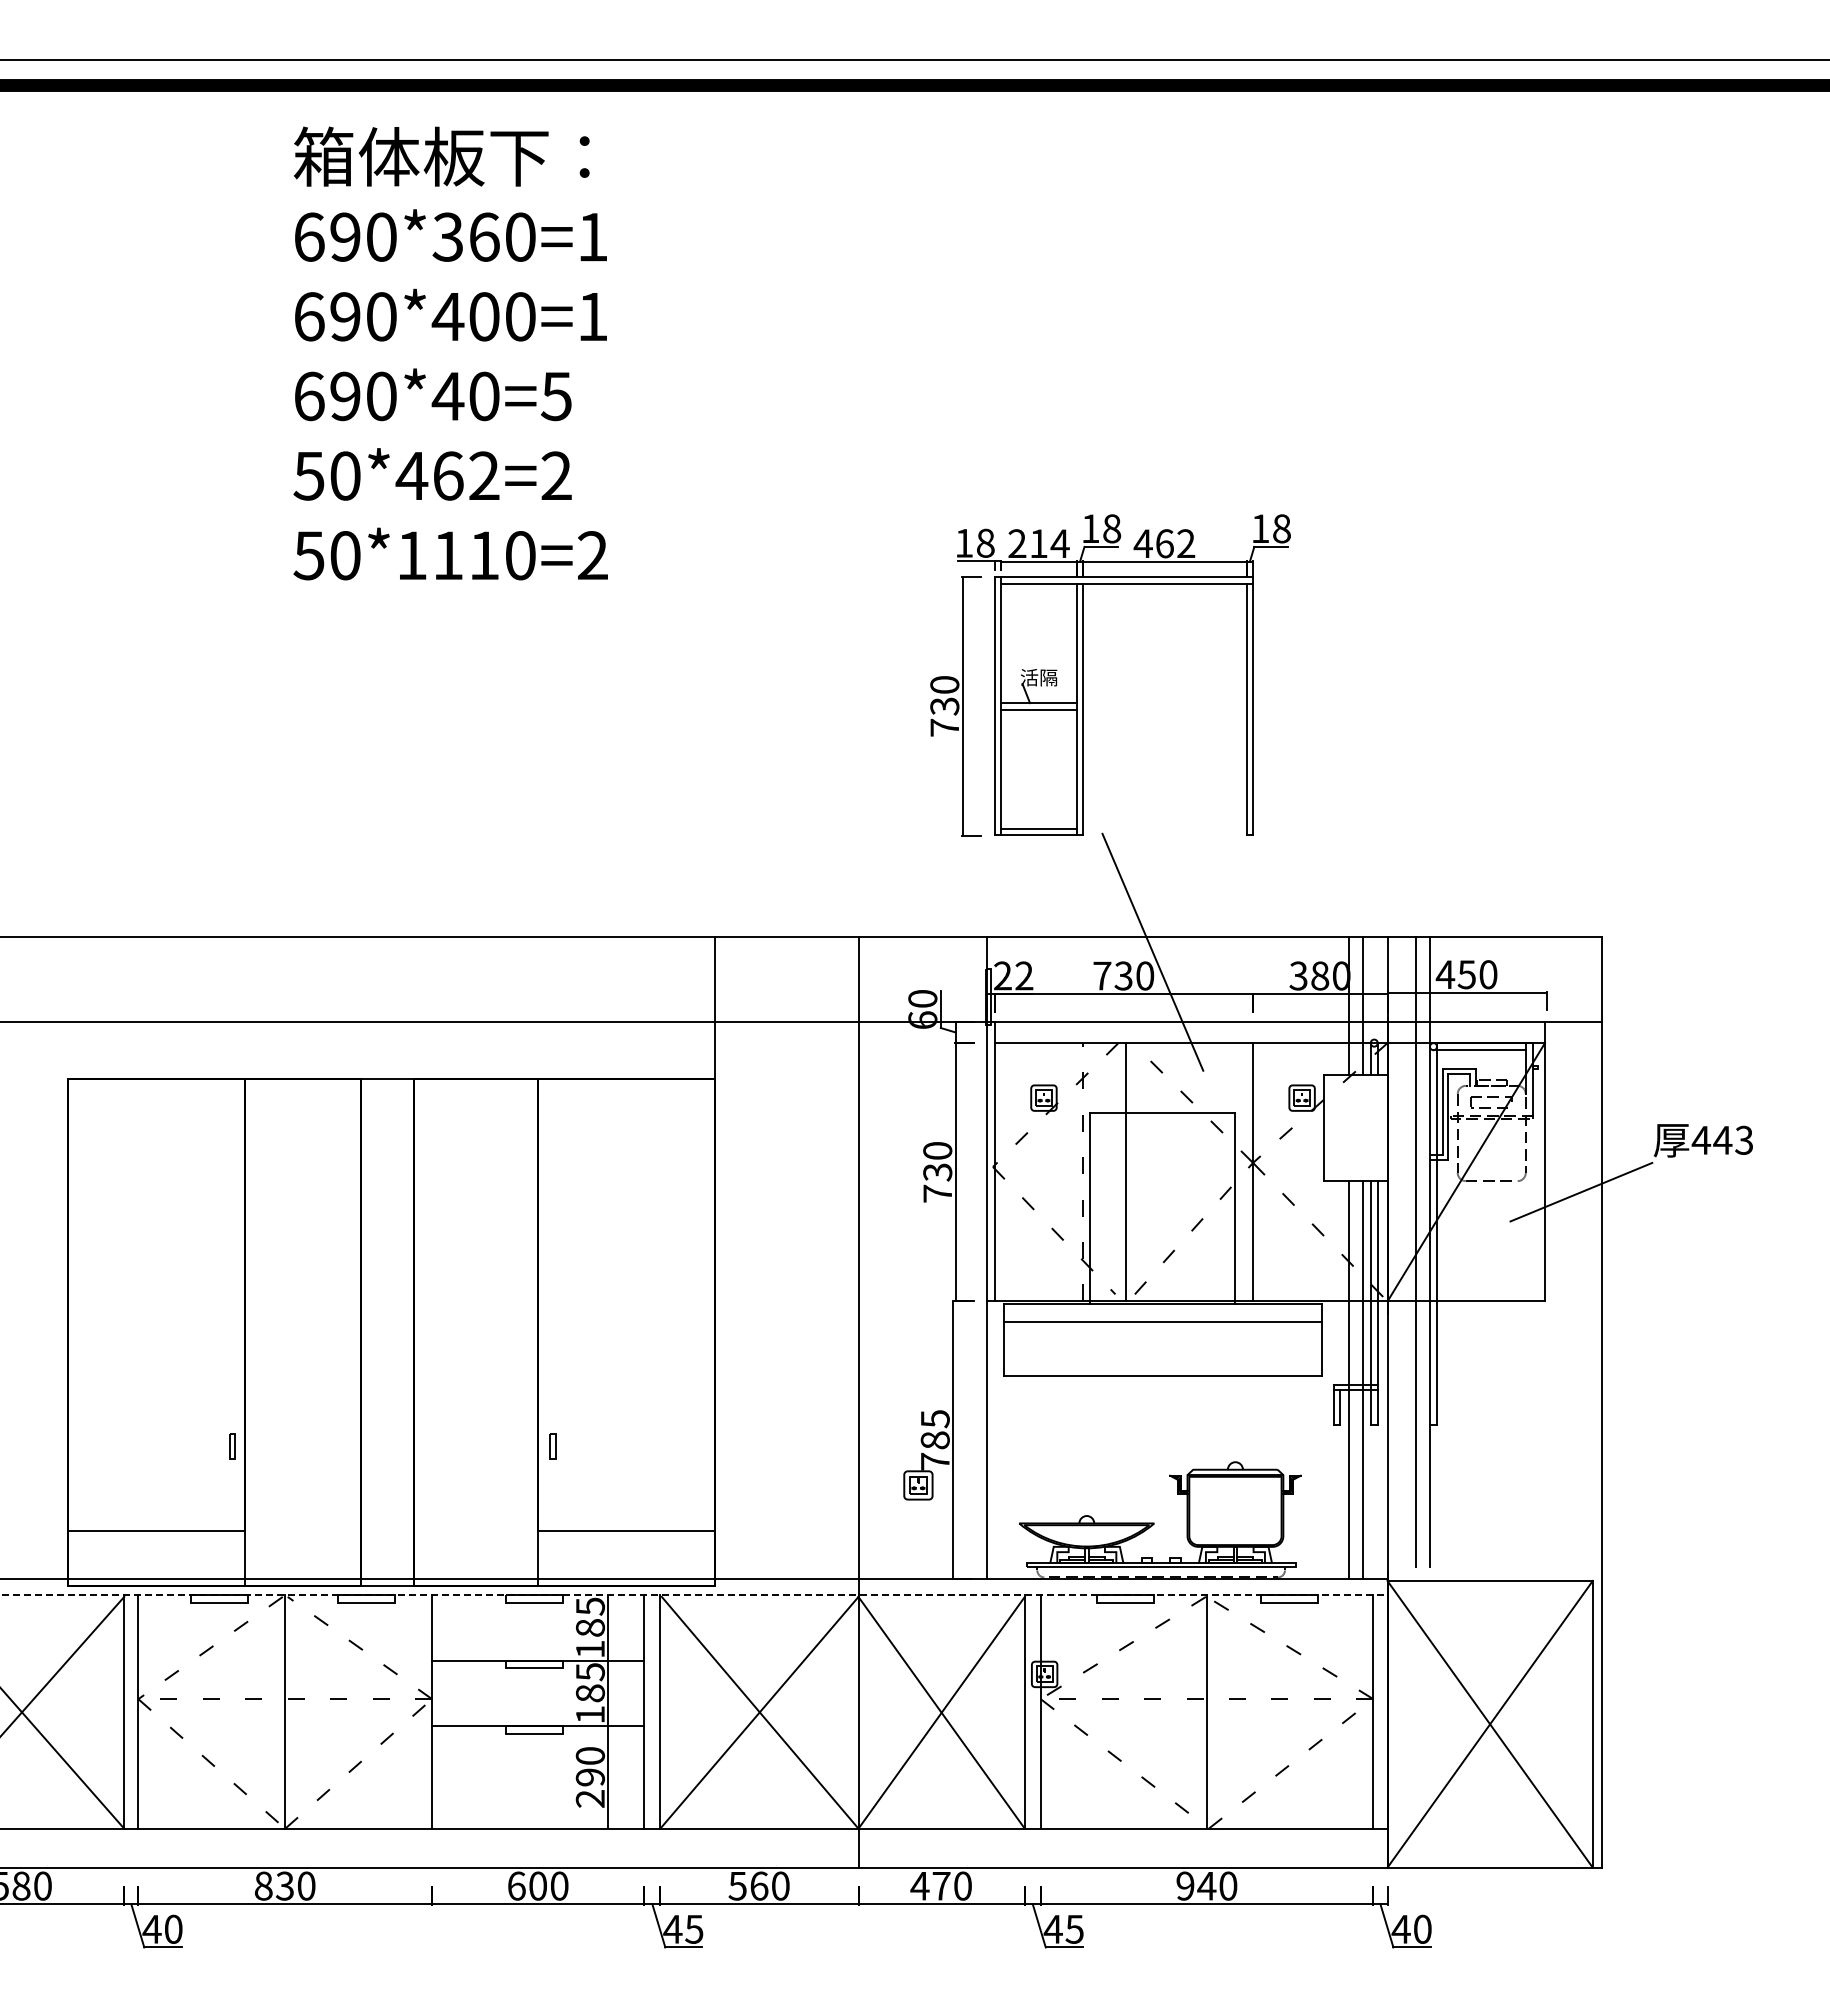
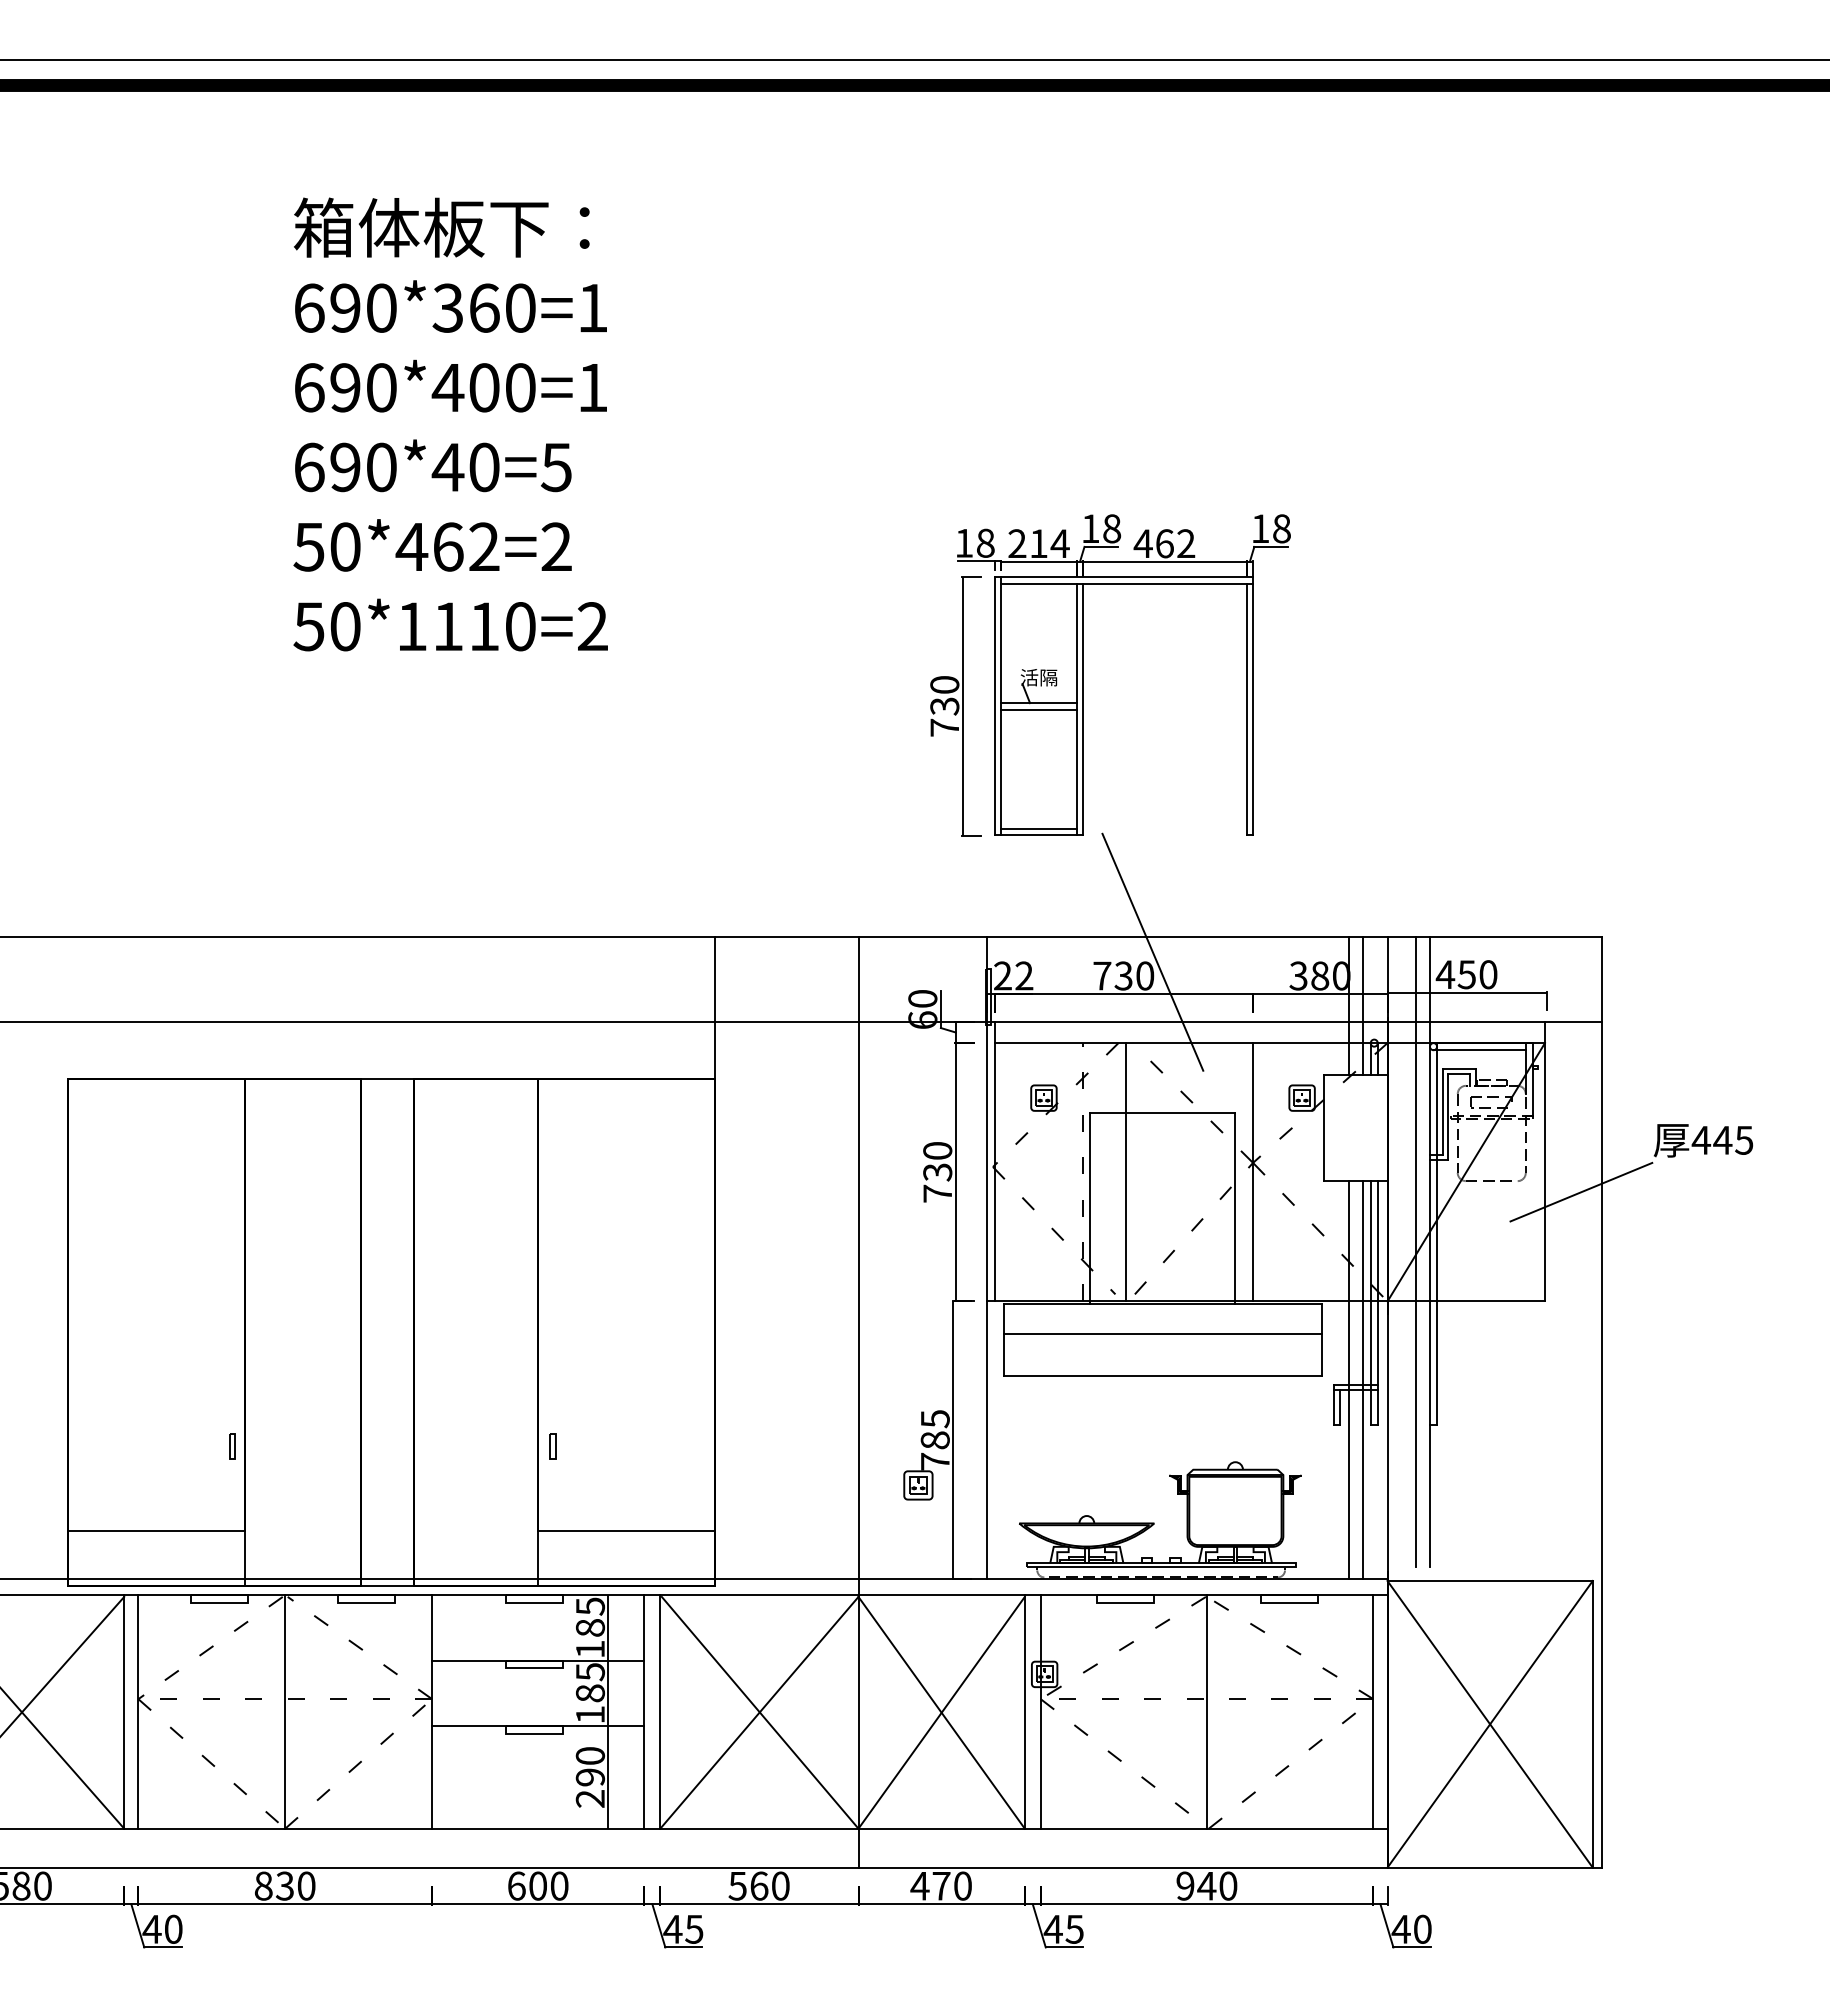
text at (450, 353) position: (450, 353) -> (450, 424)
text at (1744, 1139): 443 -> 445
line at (1162, 1321) position: (1162, 1321) -> (1162, 1333)
line at (694, 1595): dashed -> solid
